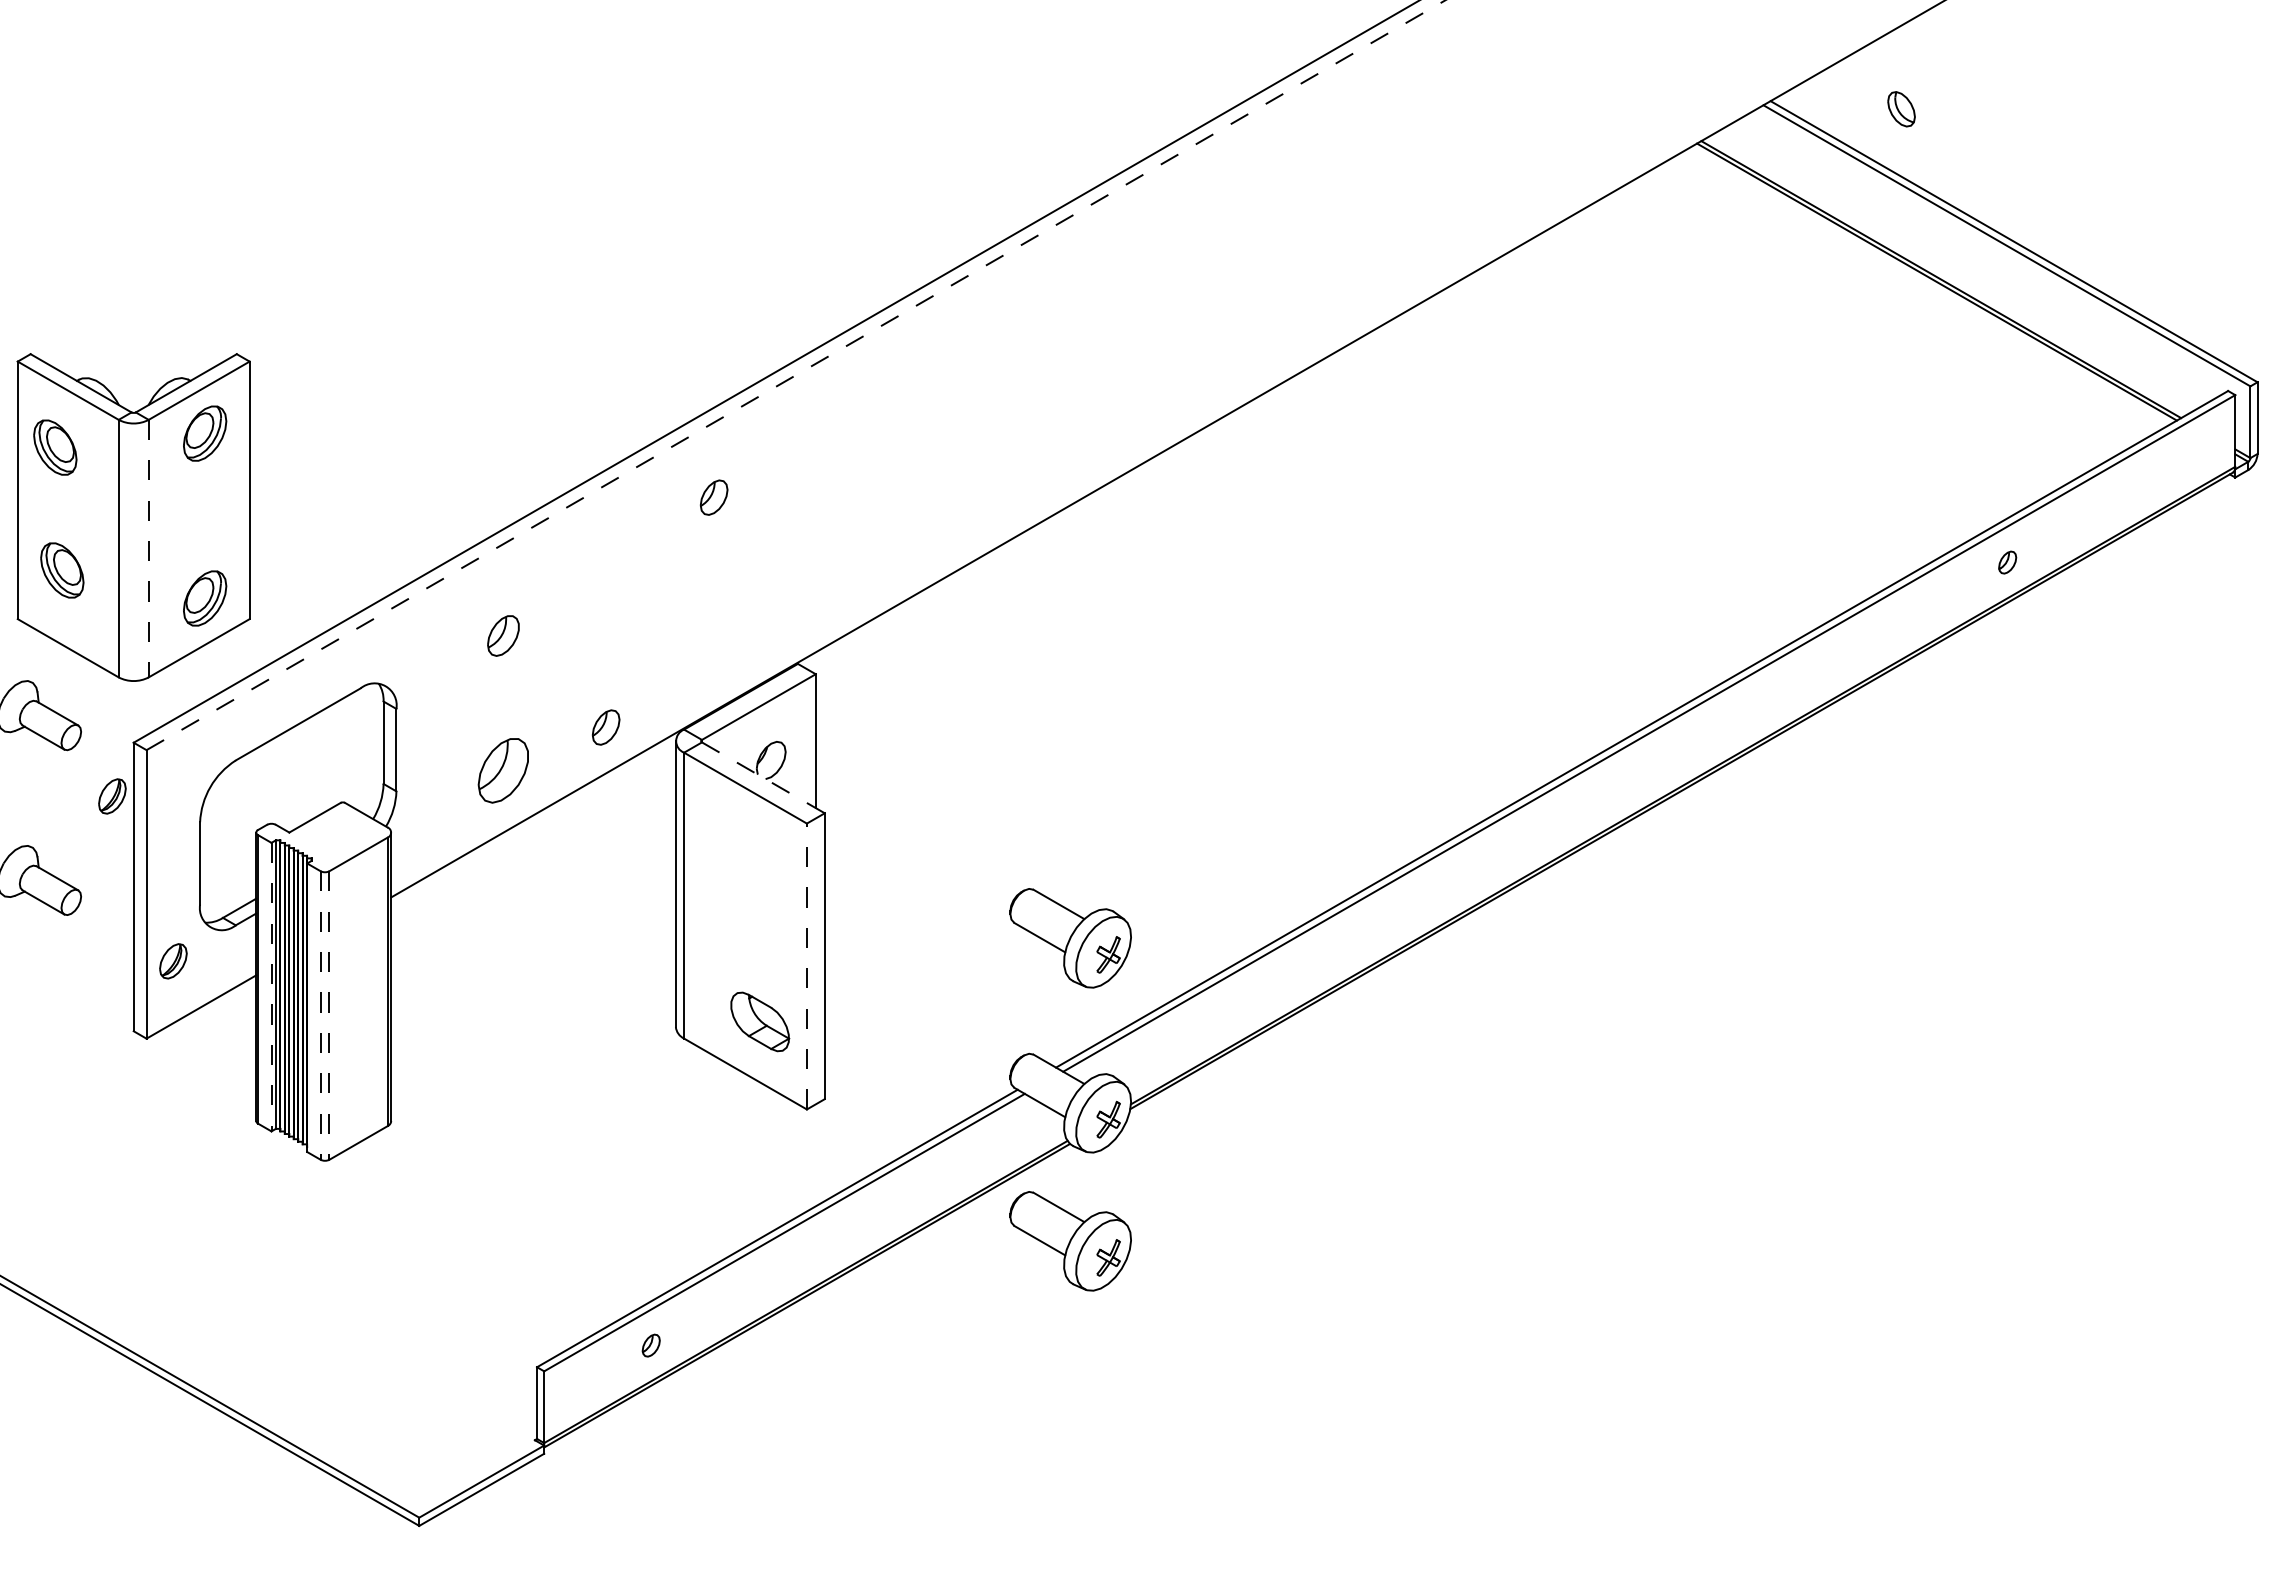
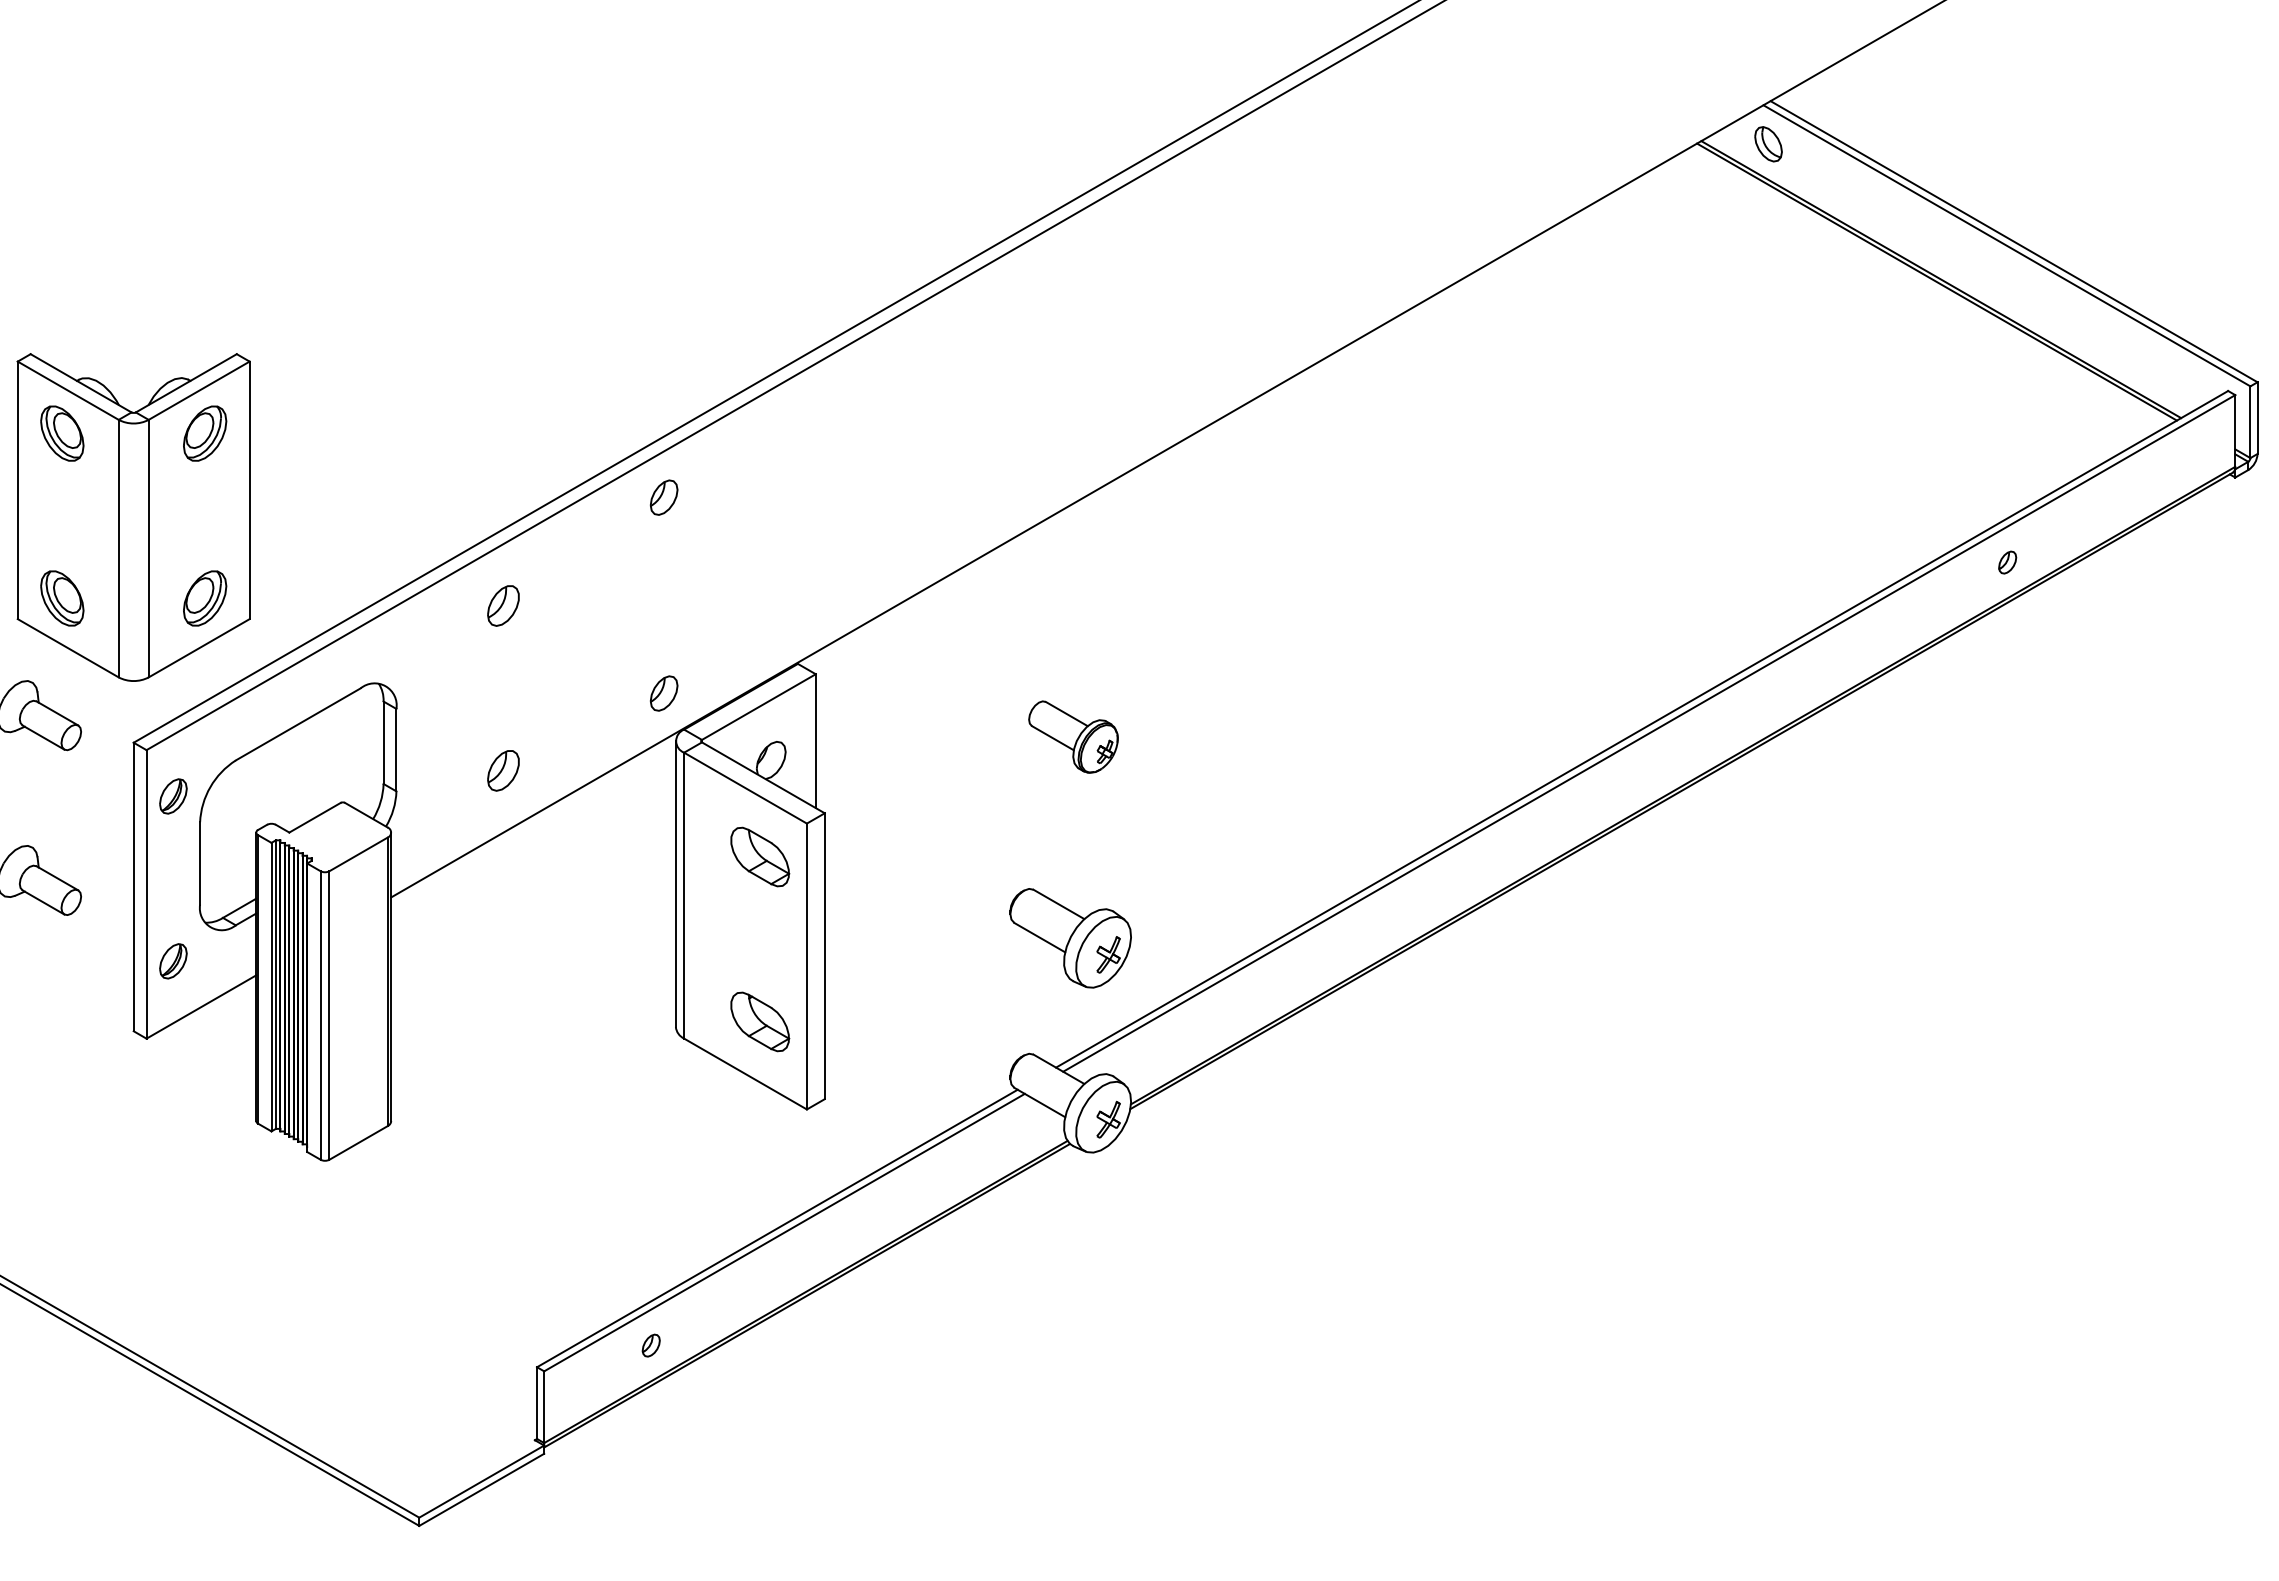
part at (1901, 109) position: (1901, 109) -> (1768, 144)
line at (795, 375): dashed -> solid
part at (55, 447) position: (55, 447) -> (62, 433)
part at (713, 497) position: (713, 497) -> (663, 497)
line at (148, 548): dashed -> solid
part at (62, 570) position: (62, 570) -> (62, 598)
part at (503, 635) position: (503, 635) -> (503, 605)
part at (605, 727) position: (605, 727) -> (663, 693)
part at (1073, 736): none -> present
part at (502, 770) size: 52x66 px -> 33x42 px
line at (763, 777): dashed -> solid
part at (112, 796) position: (112, 796) -> (173, 796)
part at (760, 856): none -> present
line at (806, 966): dashed -> solid
line at (271, 987): dashed -> solid
line at (320, 1015): dashed -> solid
line at (329, 1015): dashed -> solid
part at (1070, 1241): present -> none
